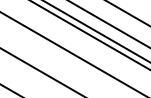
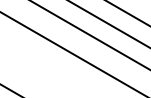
line at (96, 31): present -> none
line at (41, 71): present -> none
